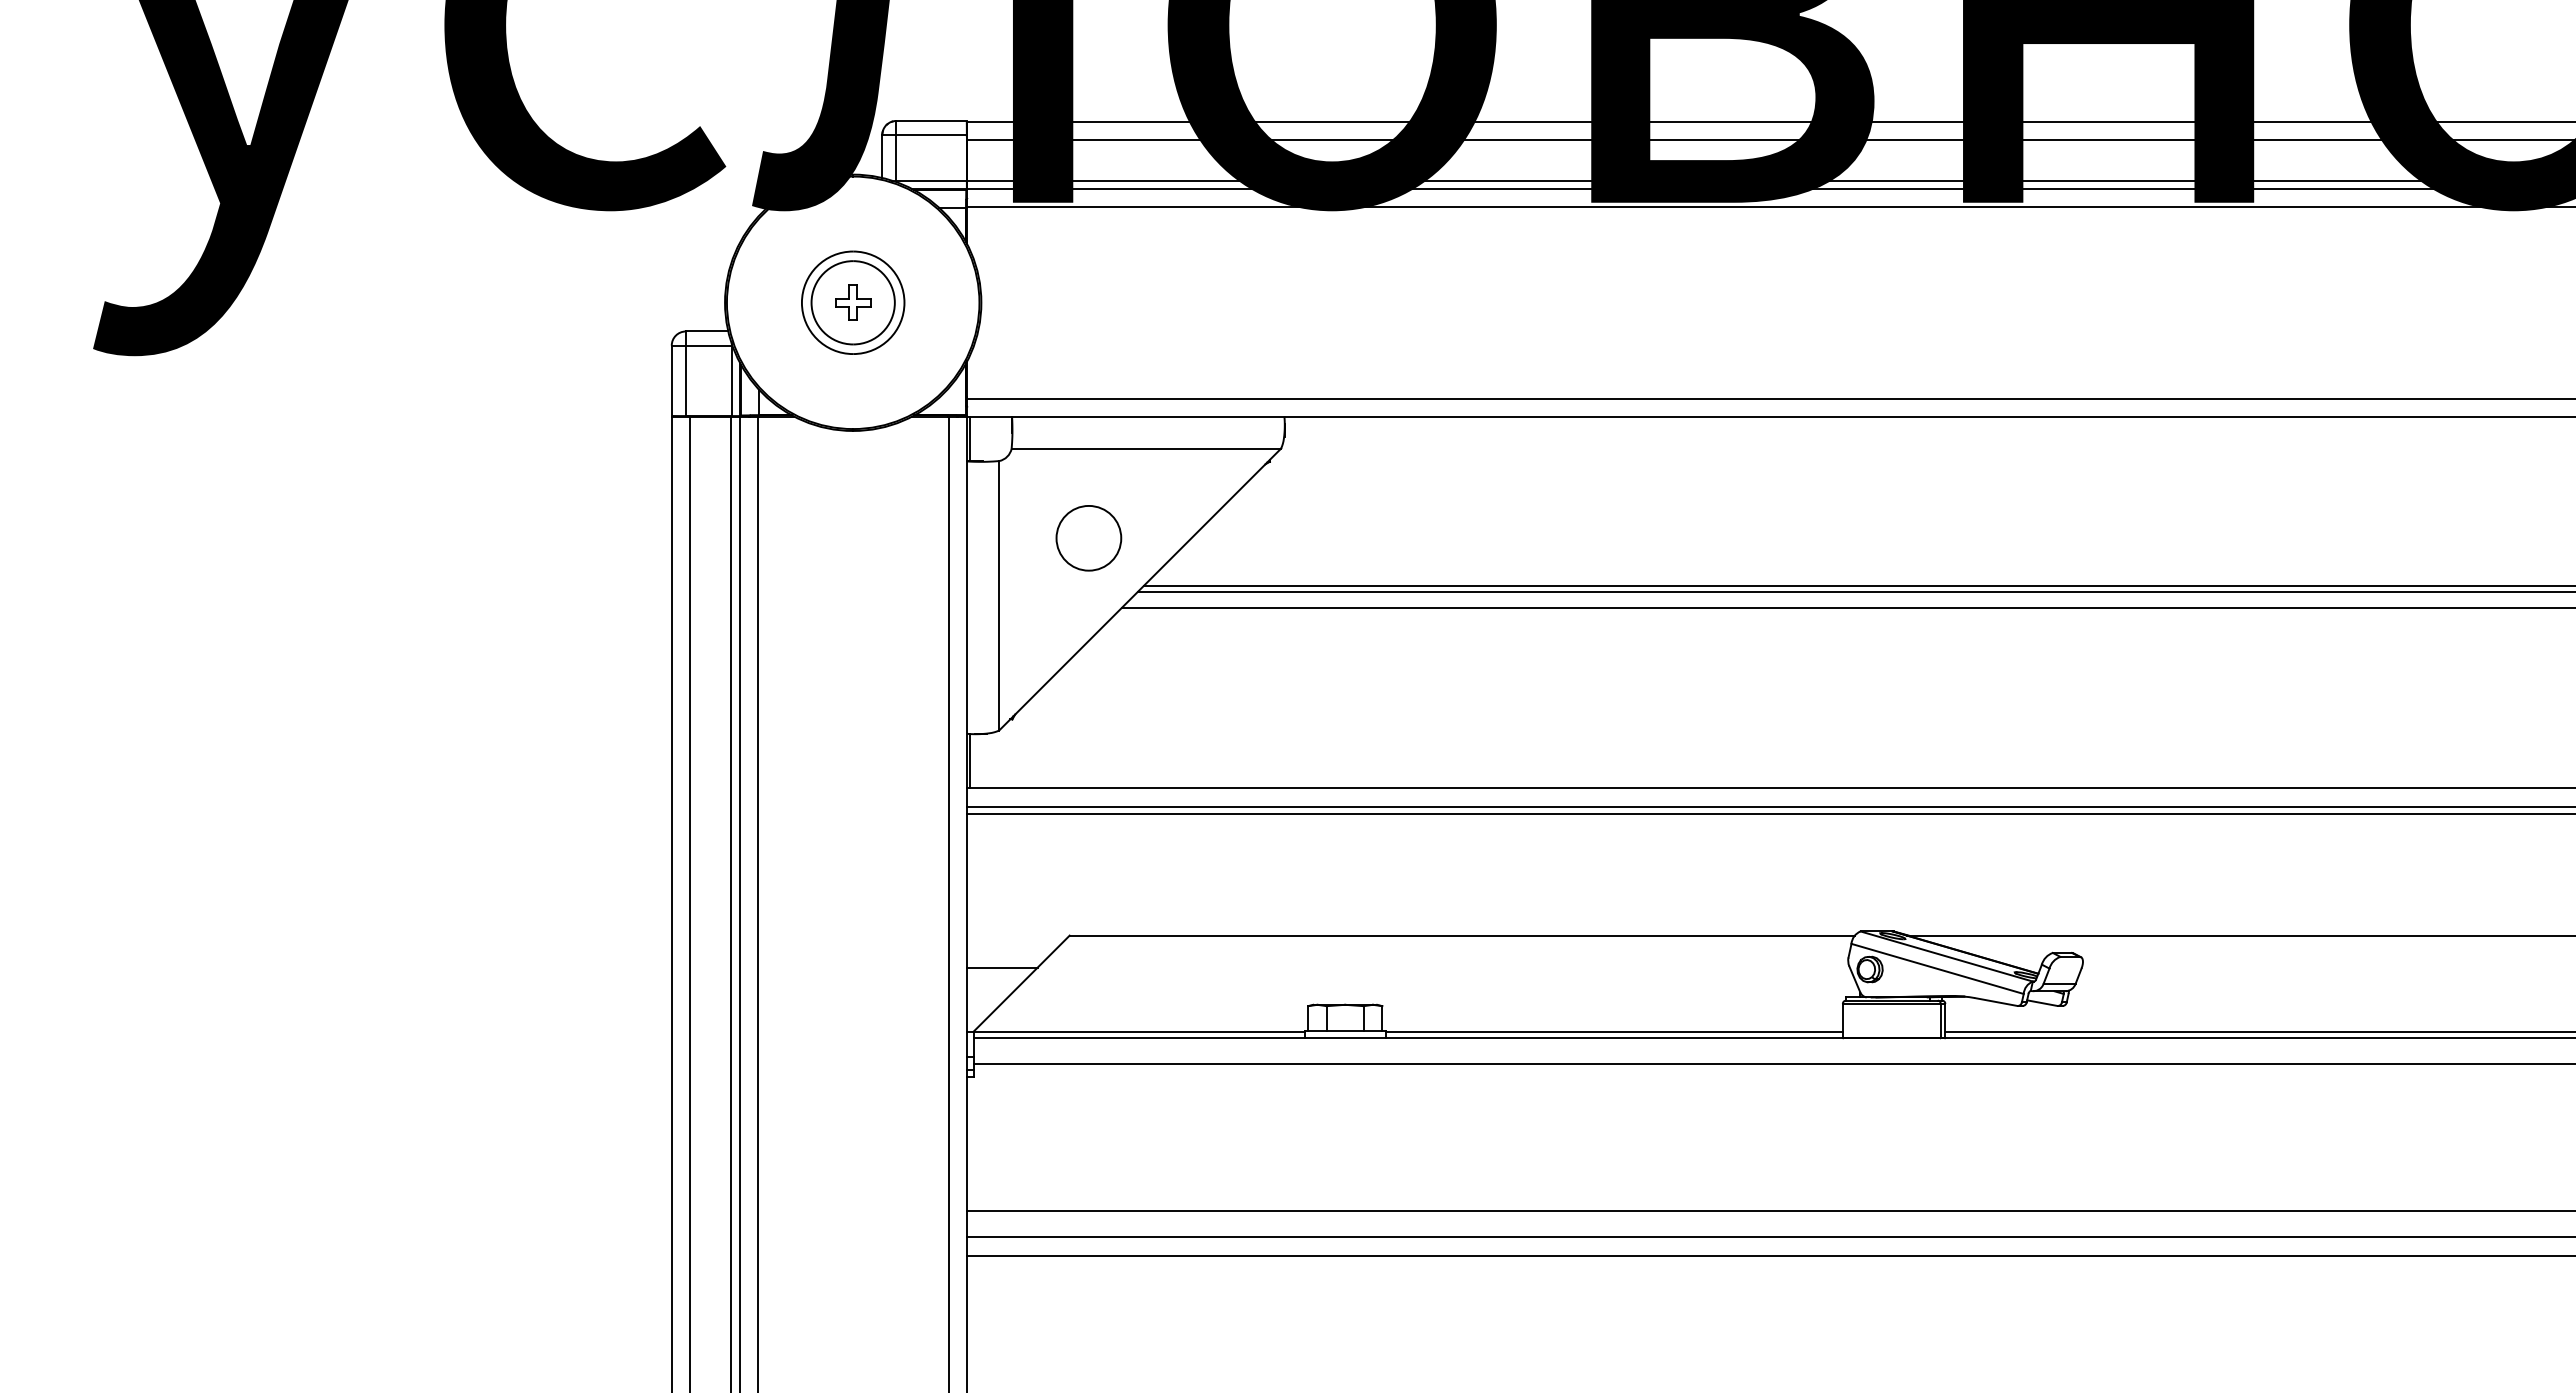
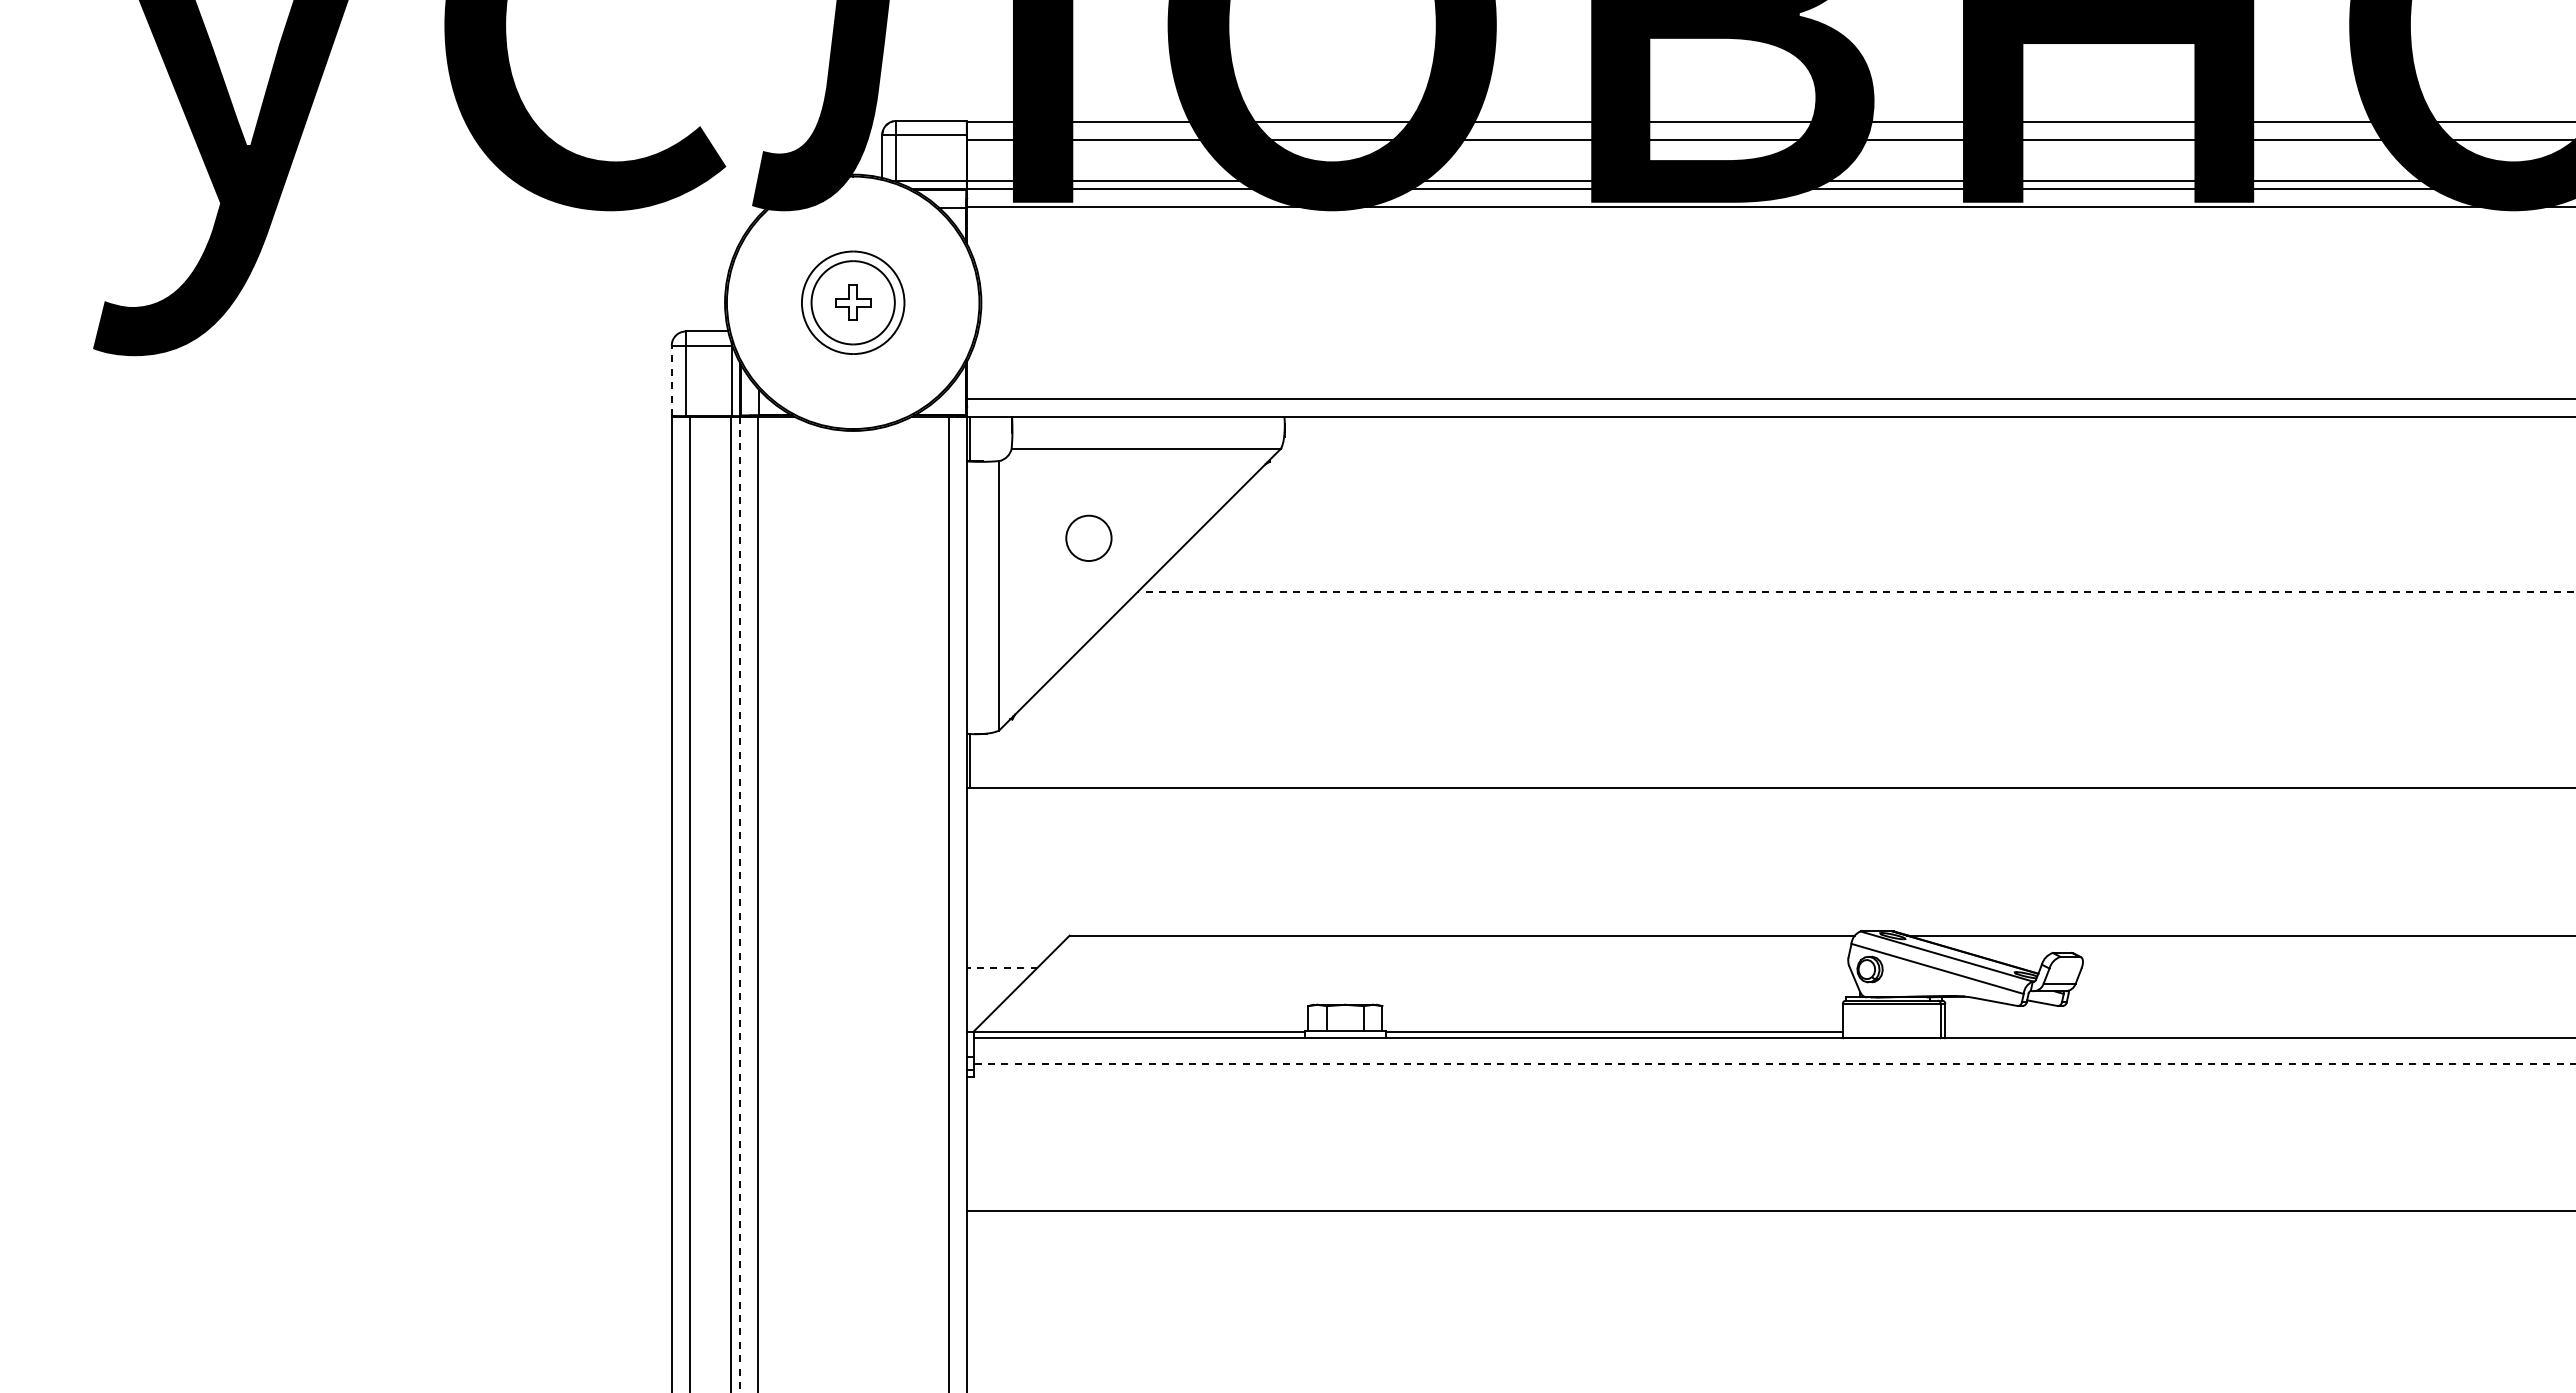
line at (671, 380): solid -> dashed
circle at (1088, 538) size: 68x67 px -> 48x48 px
line at (1858, 585): present -> none
line at (1856, 592): solid -> dashed
line at (1847, 607): present -> none
line at (1769, 807): present -> none
line at (1769, 813): present -> none
line at (739, 904): solid -> dashed
line at (1001, 967): solid -> dashed
line at (2258, 1031): present -> none
line at (1774, 1063): solid -> dashed
line at (1769, 1236): present -> none
line at (1769, 1256): present -> none
